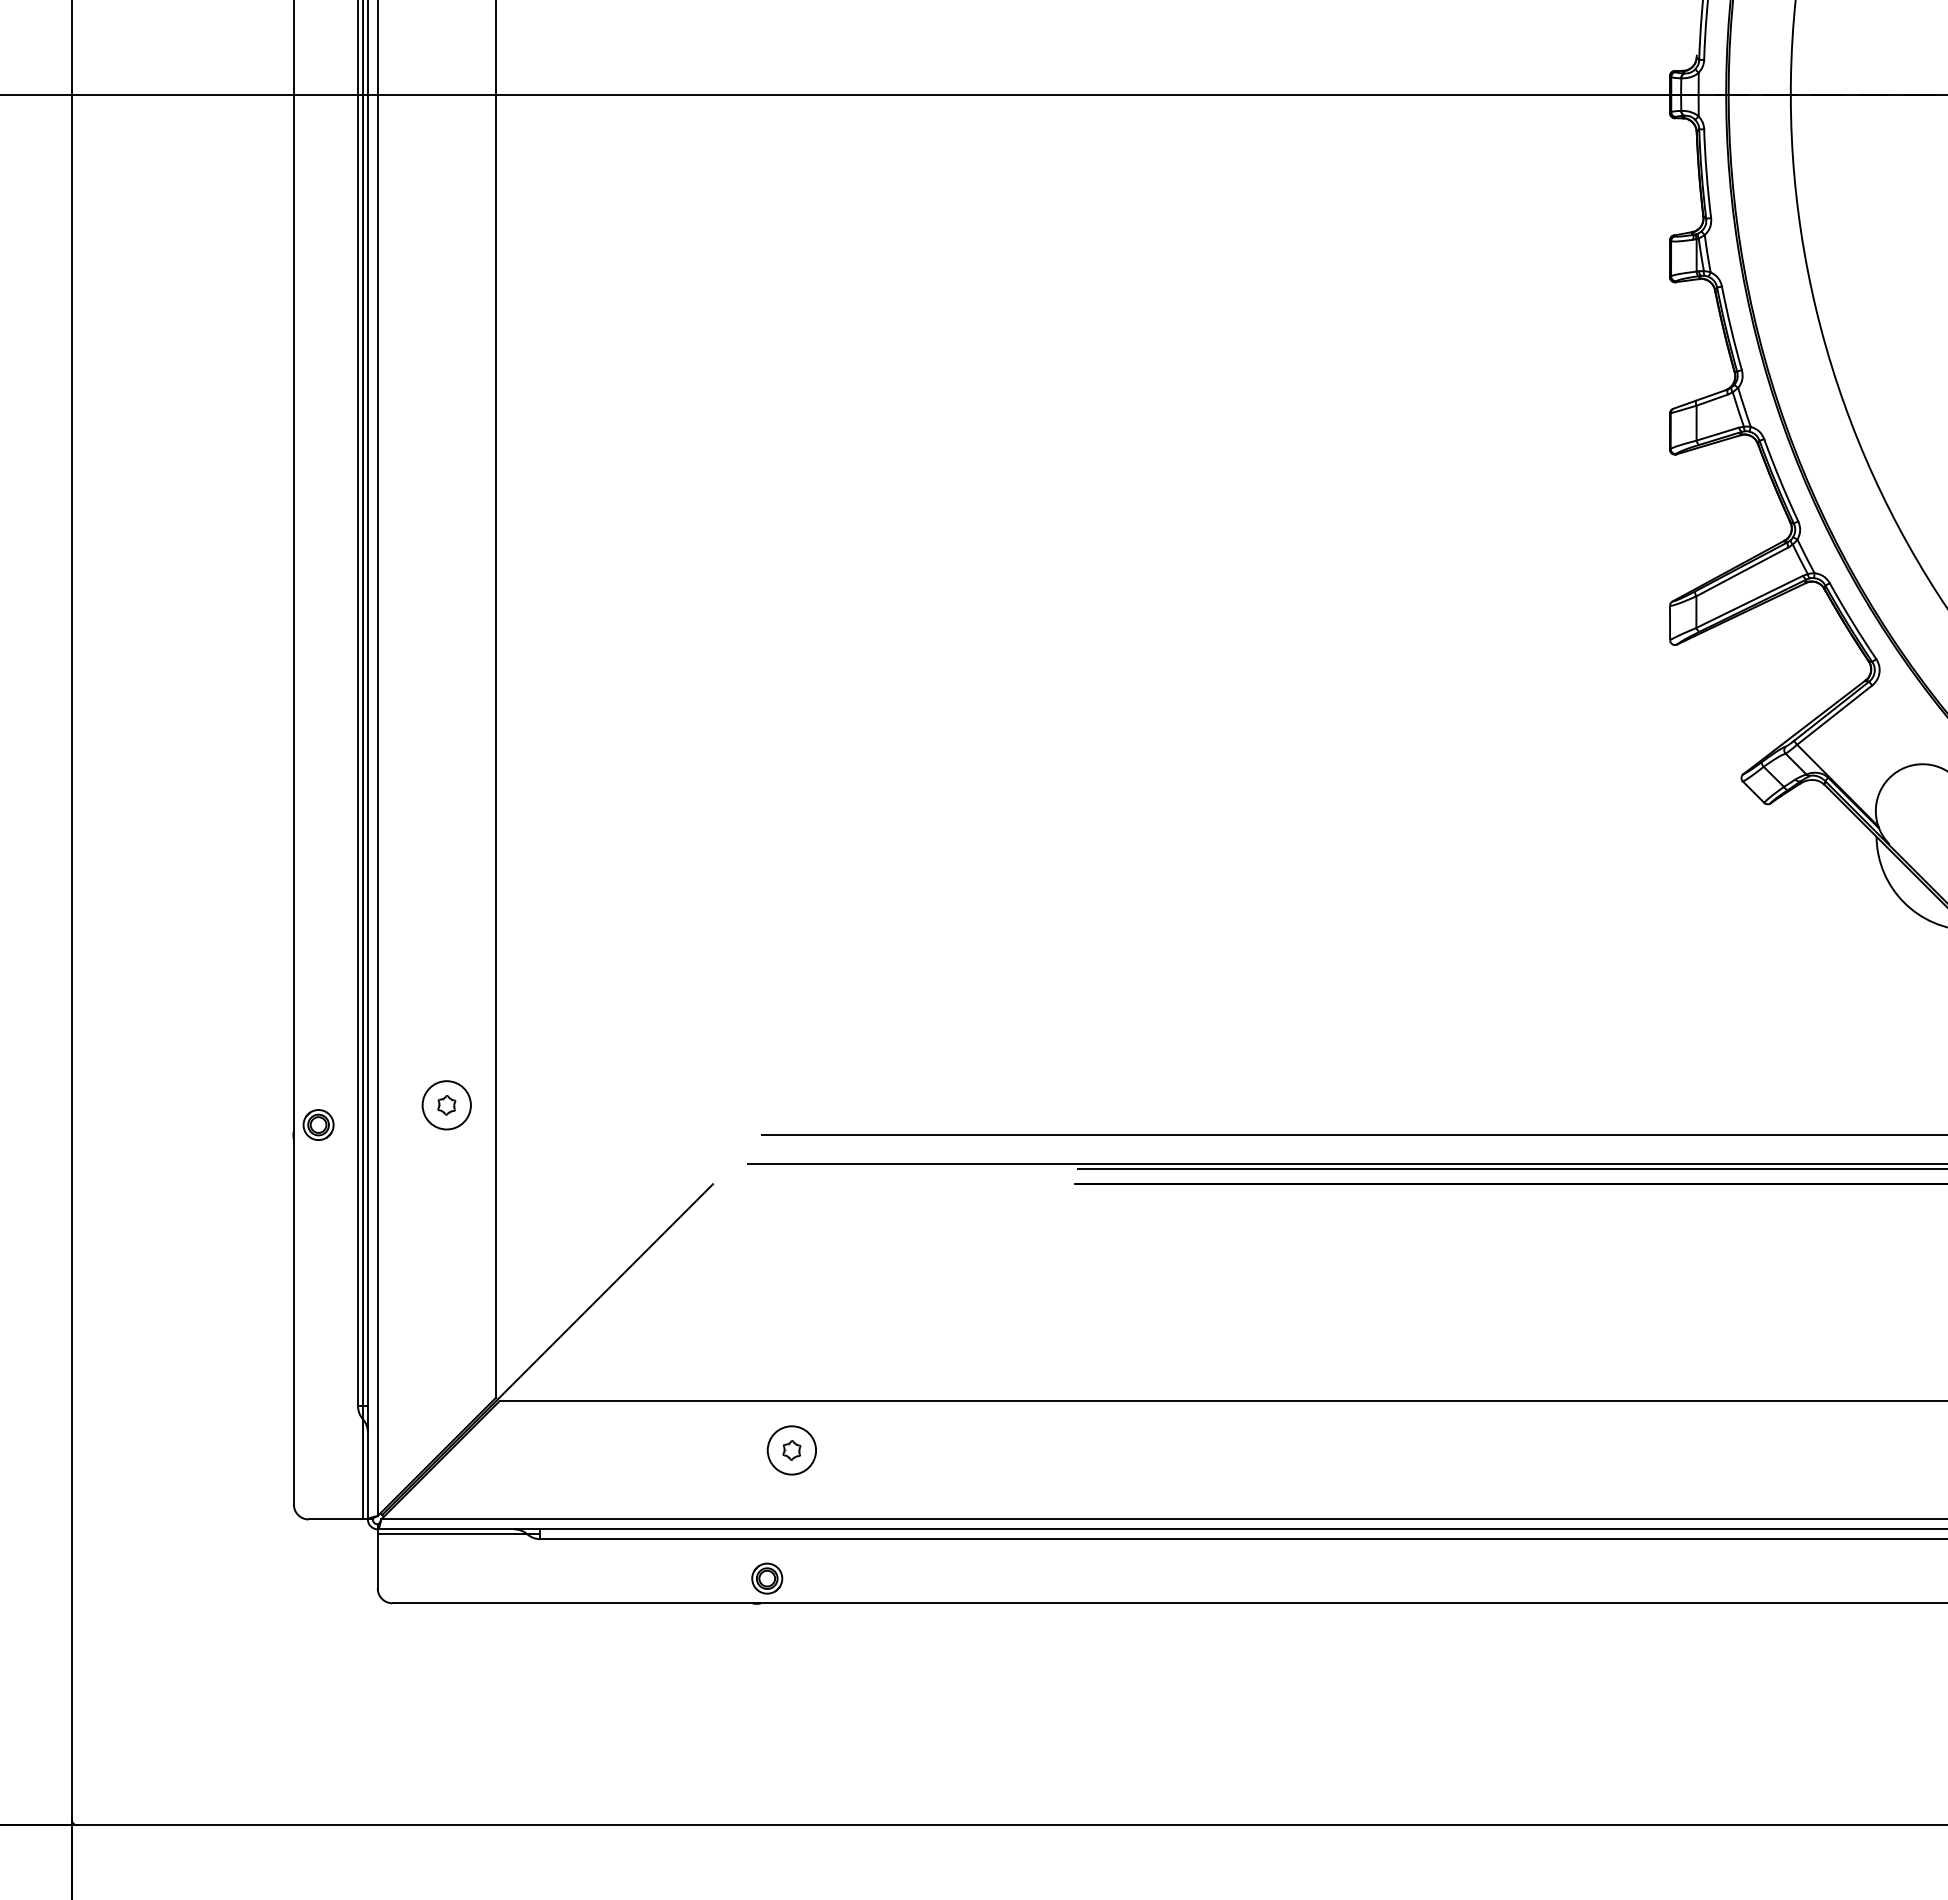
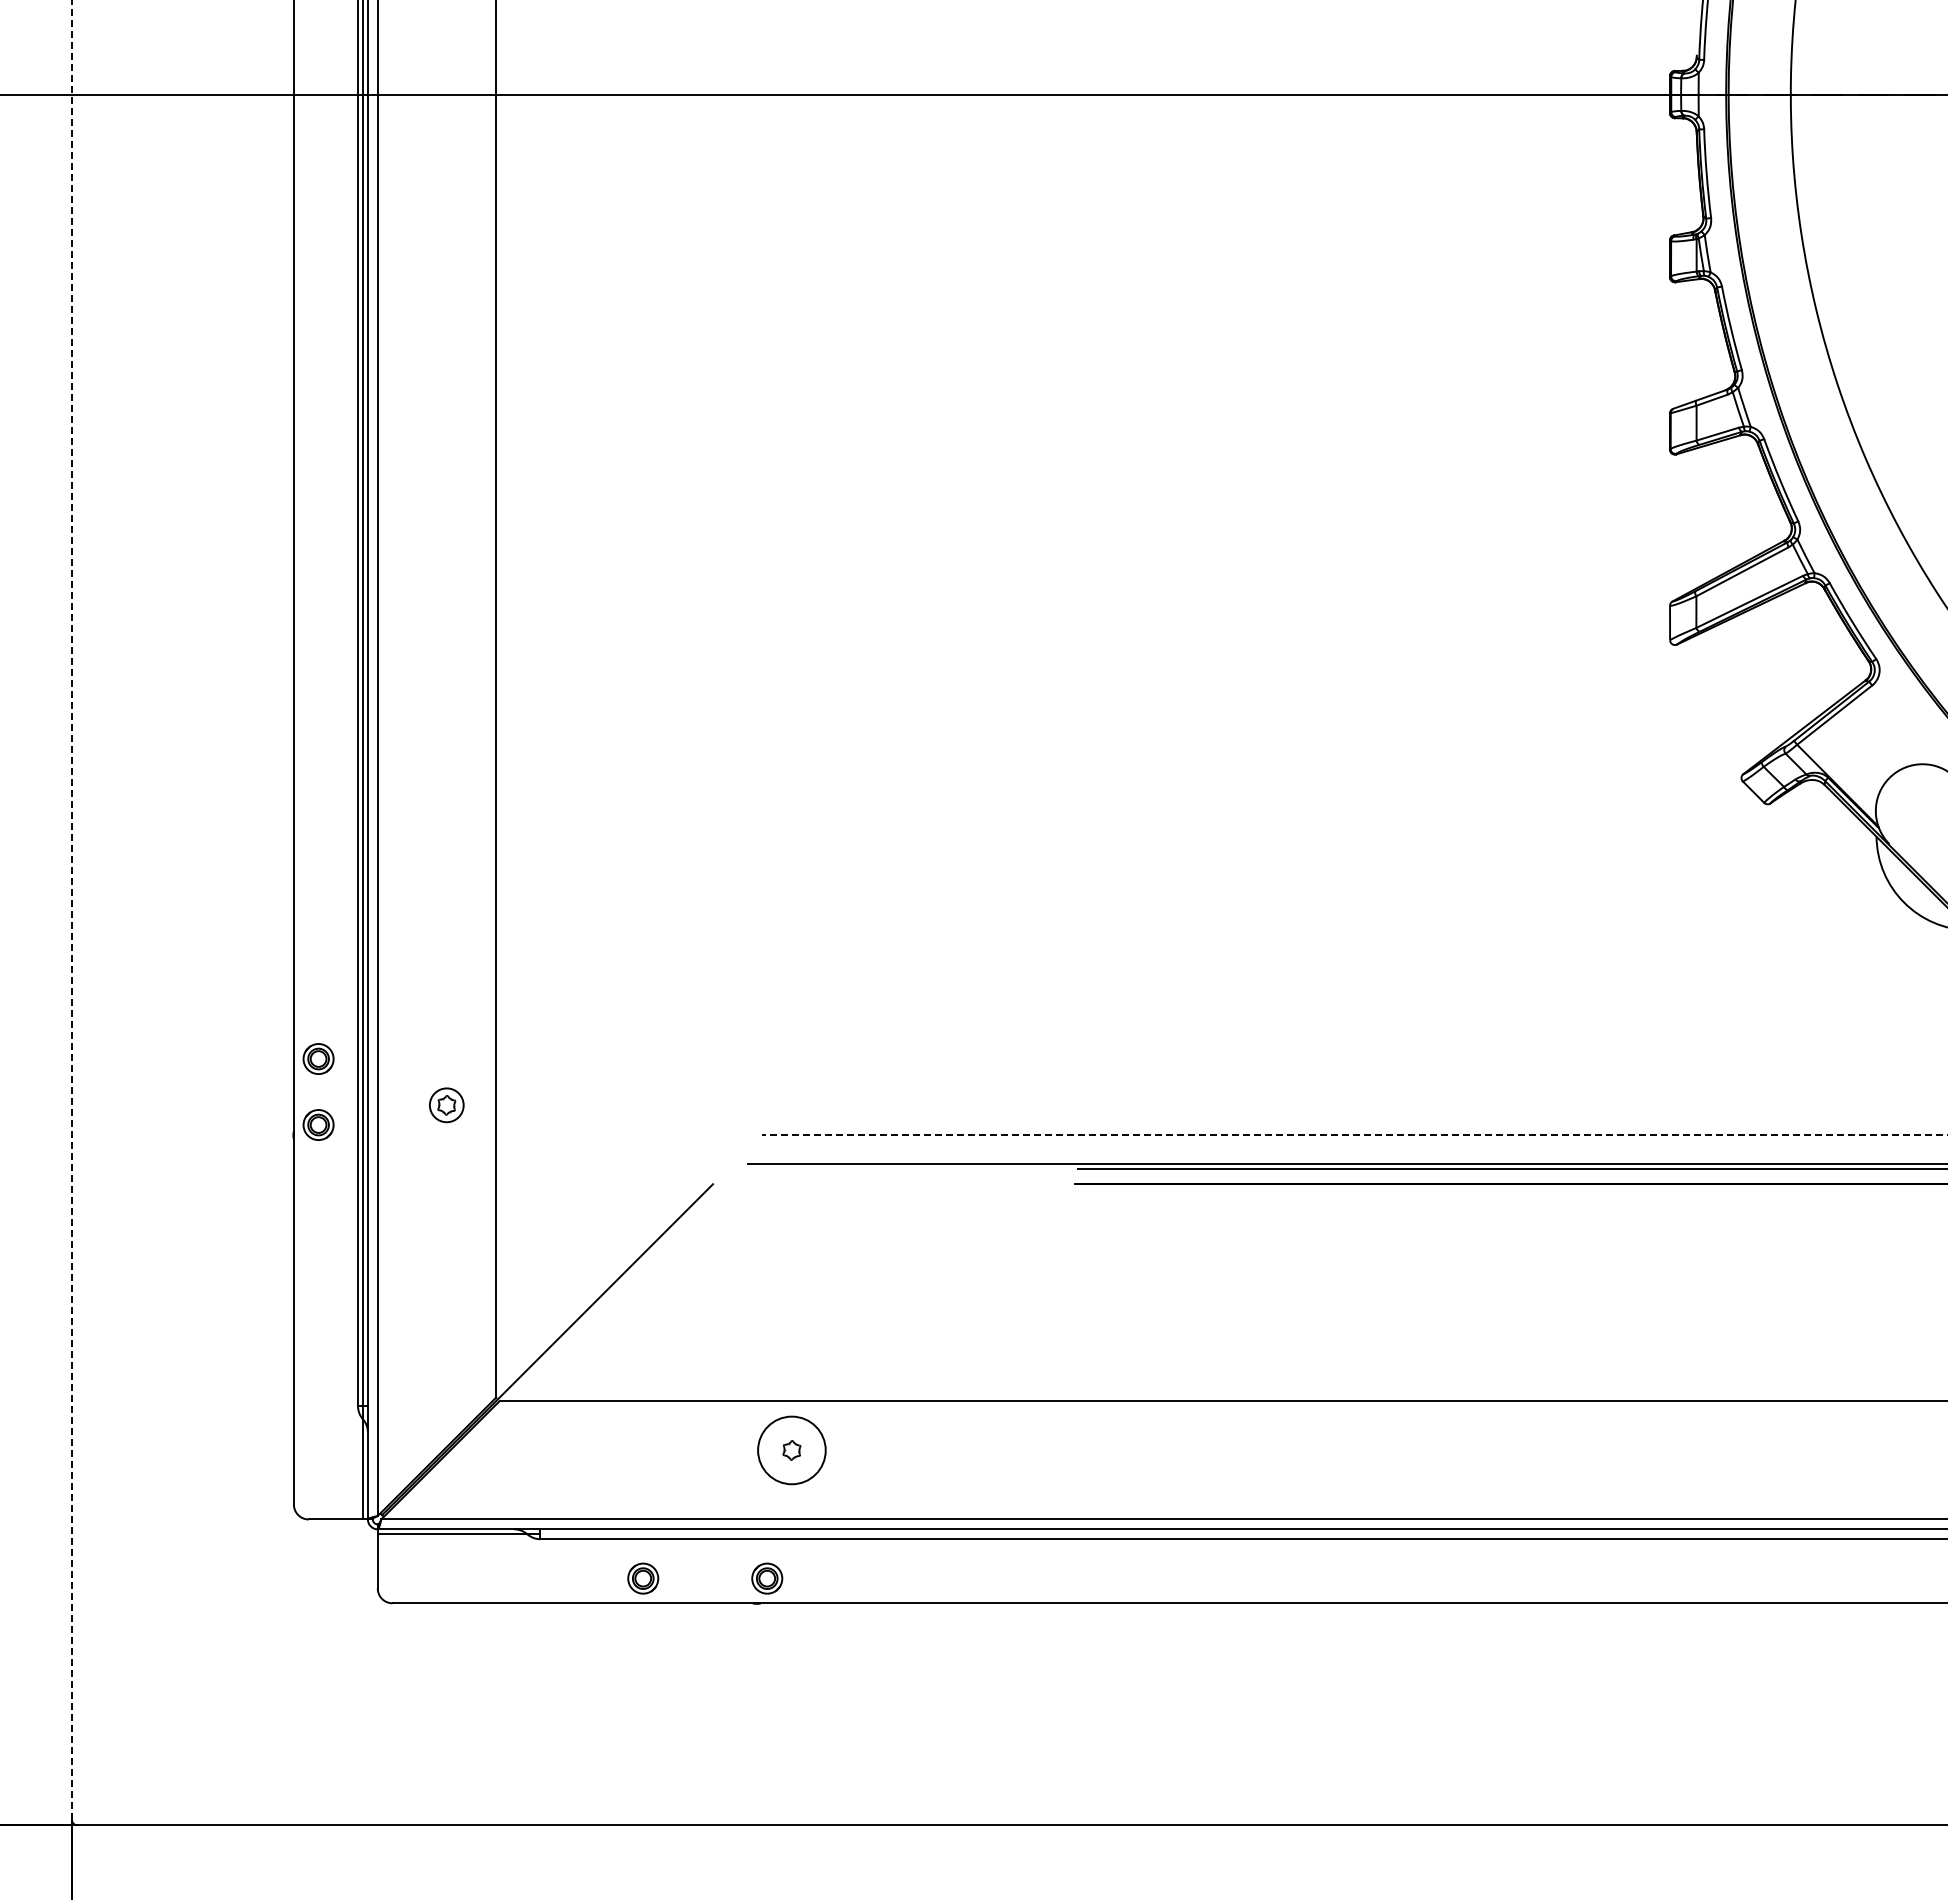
line at (72, 910): solid -> dashed
part at (318, 1058): none -> present
circle at (446, 1105) diameter: 48 px -> 34 px
line at (1354, 1134): solid -> dashed
circle at (791, 1450) diameter: 48 px -> 68 px
part at (643, 1578): none -> present
